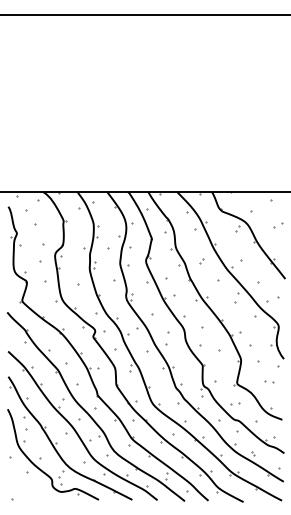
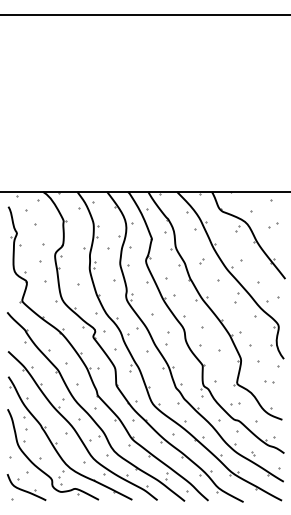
part at (278, 225) position: (278, 225) -> (273, 225)
part at (26, 487): none -> present
